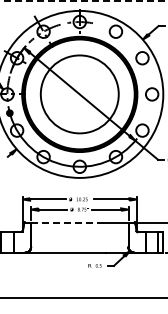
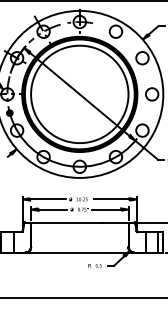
line at (84, 0): dashed -> solid
circle at (79, 94) diameter: 78 px -> 97 px
line at (67, 222): dashed -> solid
